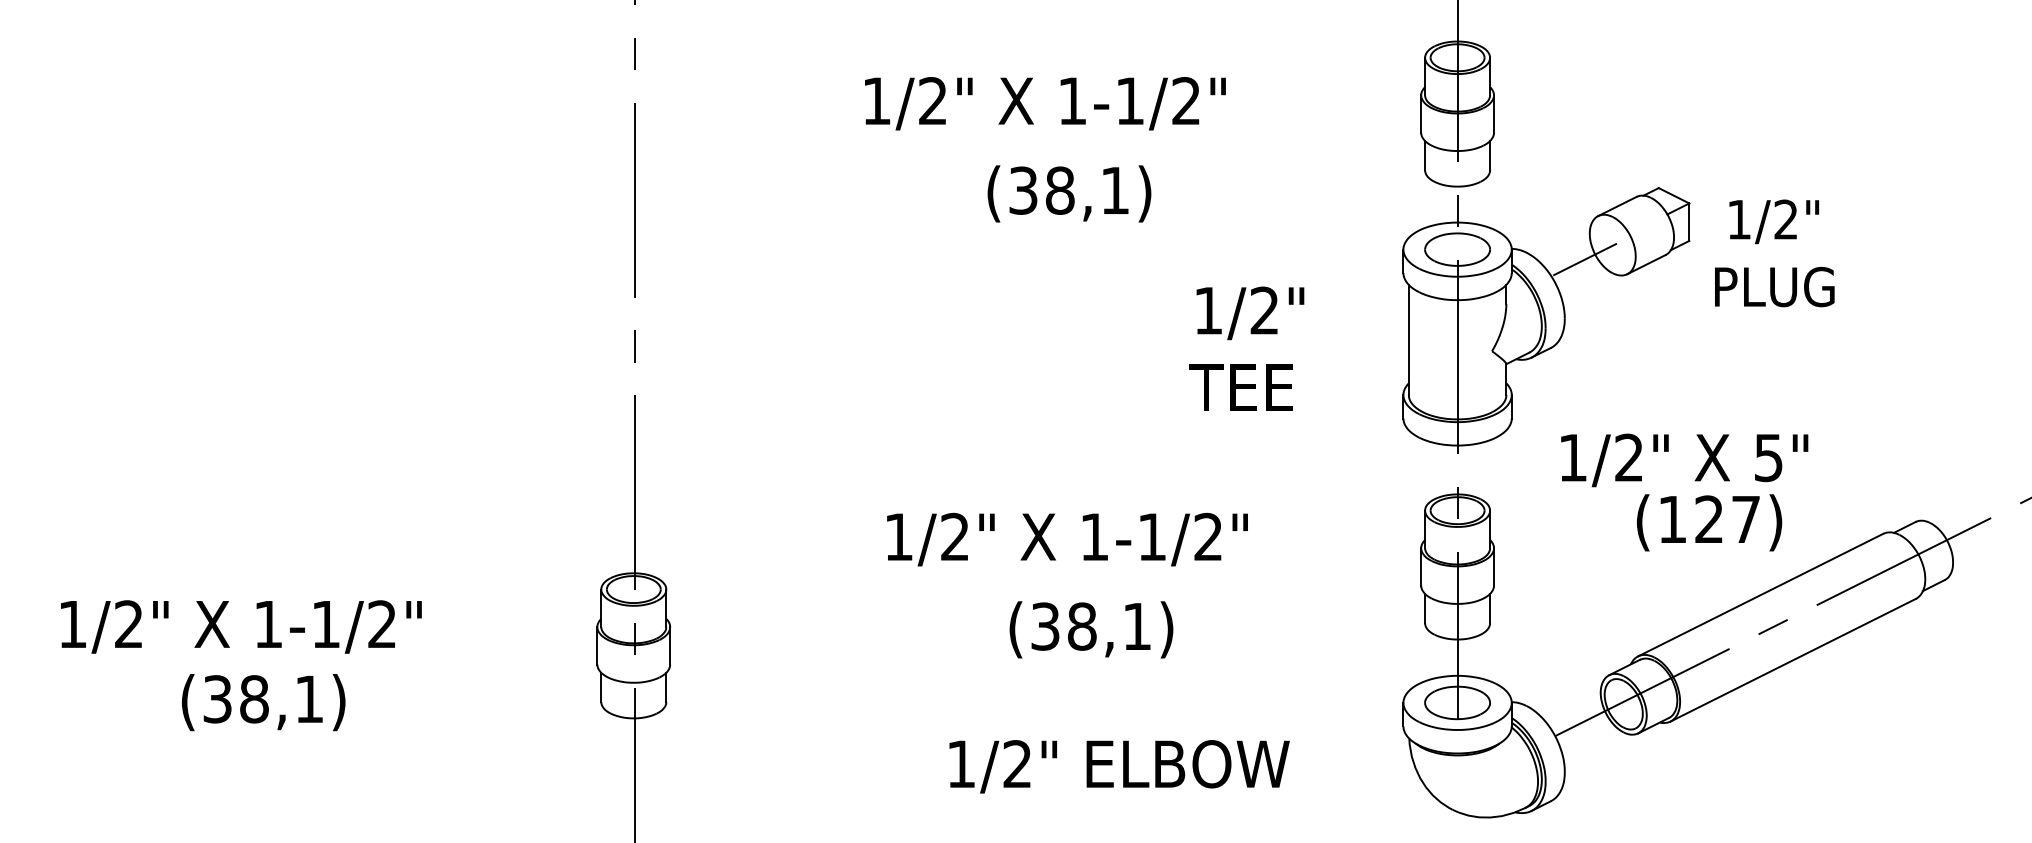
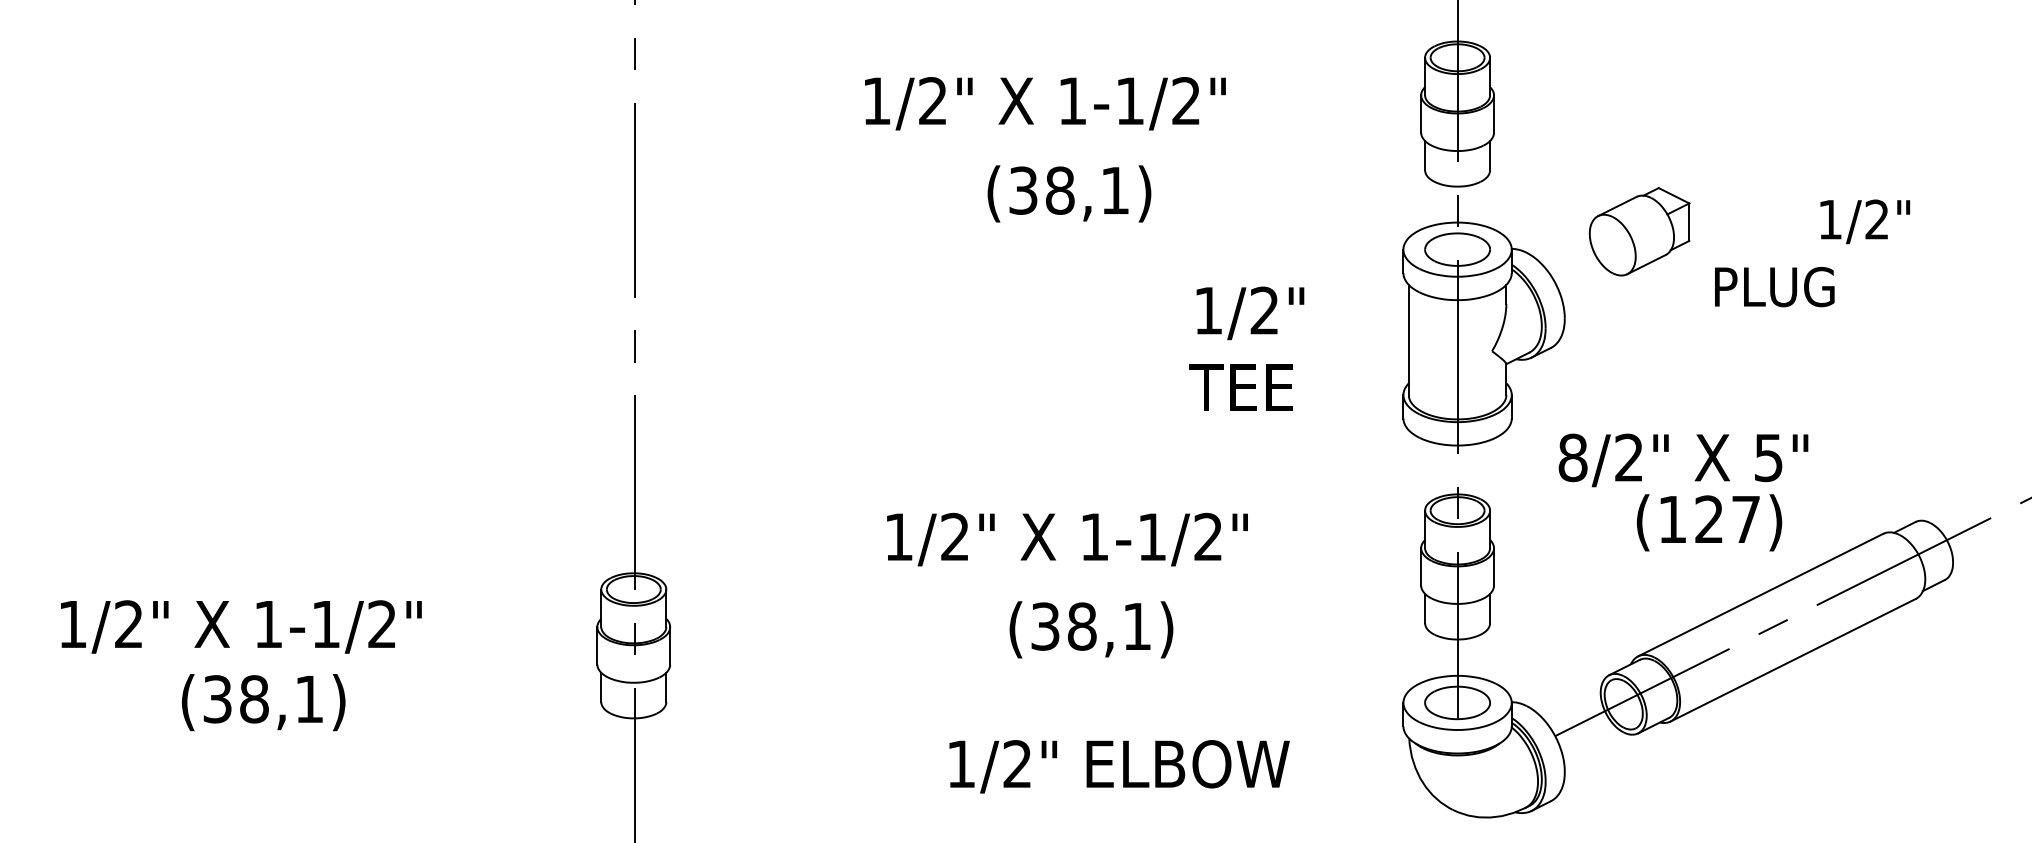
text at (1774, 221) position: (1774, 221) -> (1865, 221)
line at (1585, 259): present -> none
text at (1572, 457): 1/2" -> 8/2"
